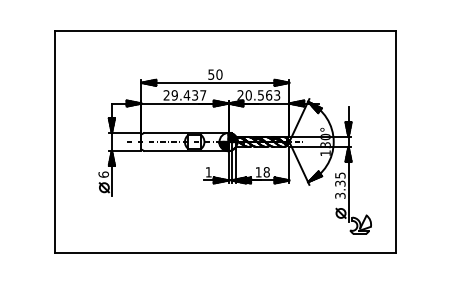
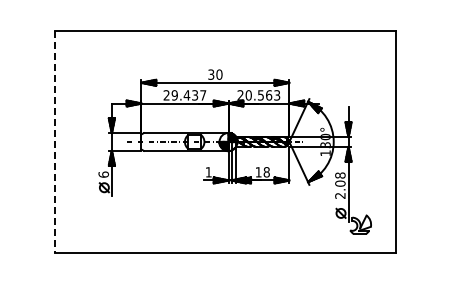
text at (211, 73): 50 -> 30
line at (54, 142): solid -> dashed
text at (340, 185): 3.35 -> 2.08
